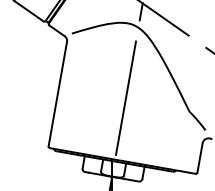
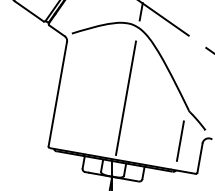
line at (180, 140): none -> present
